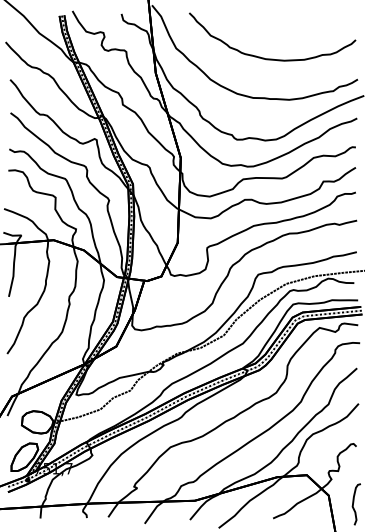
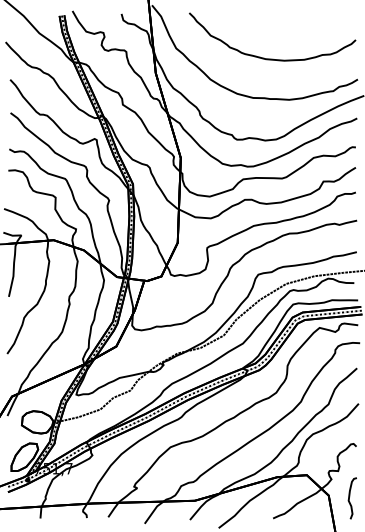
curve at (353, 504) position: (353, 504) -> (349, 498)
